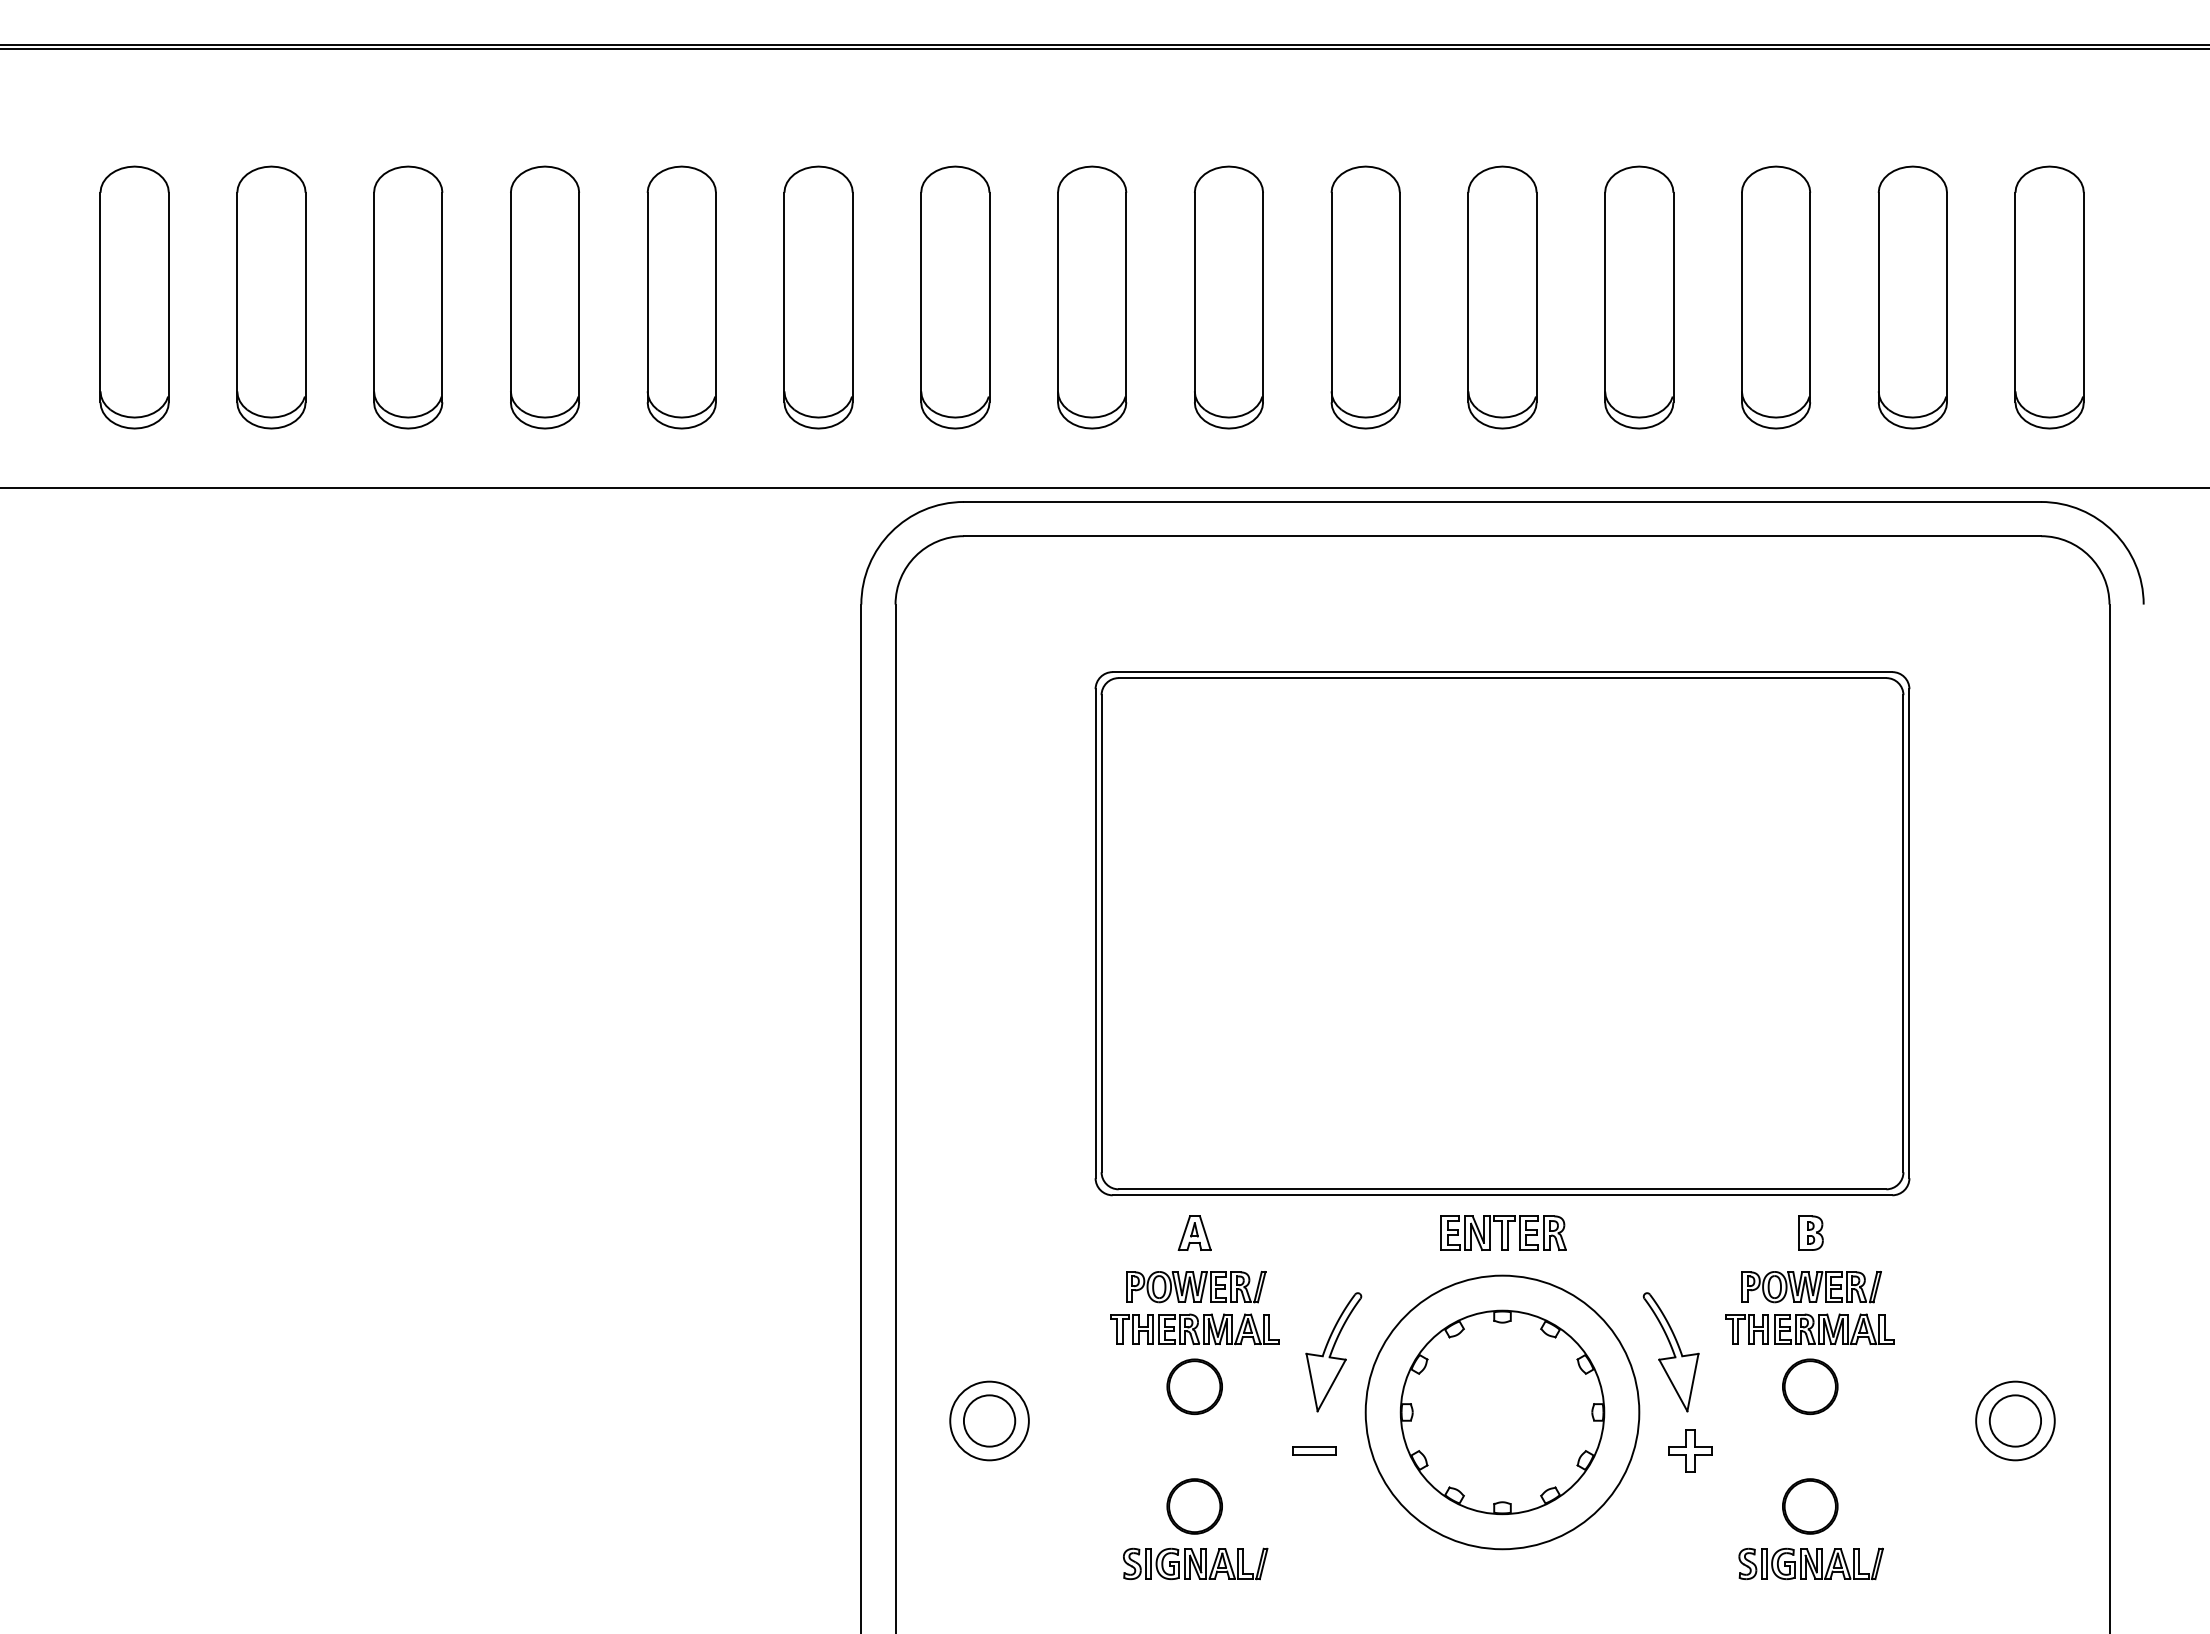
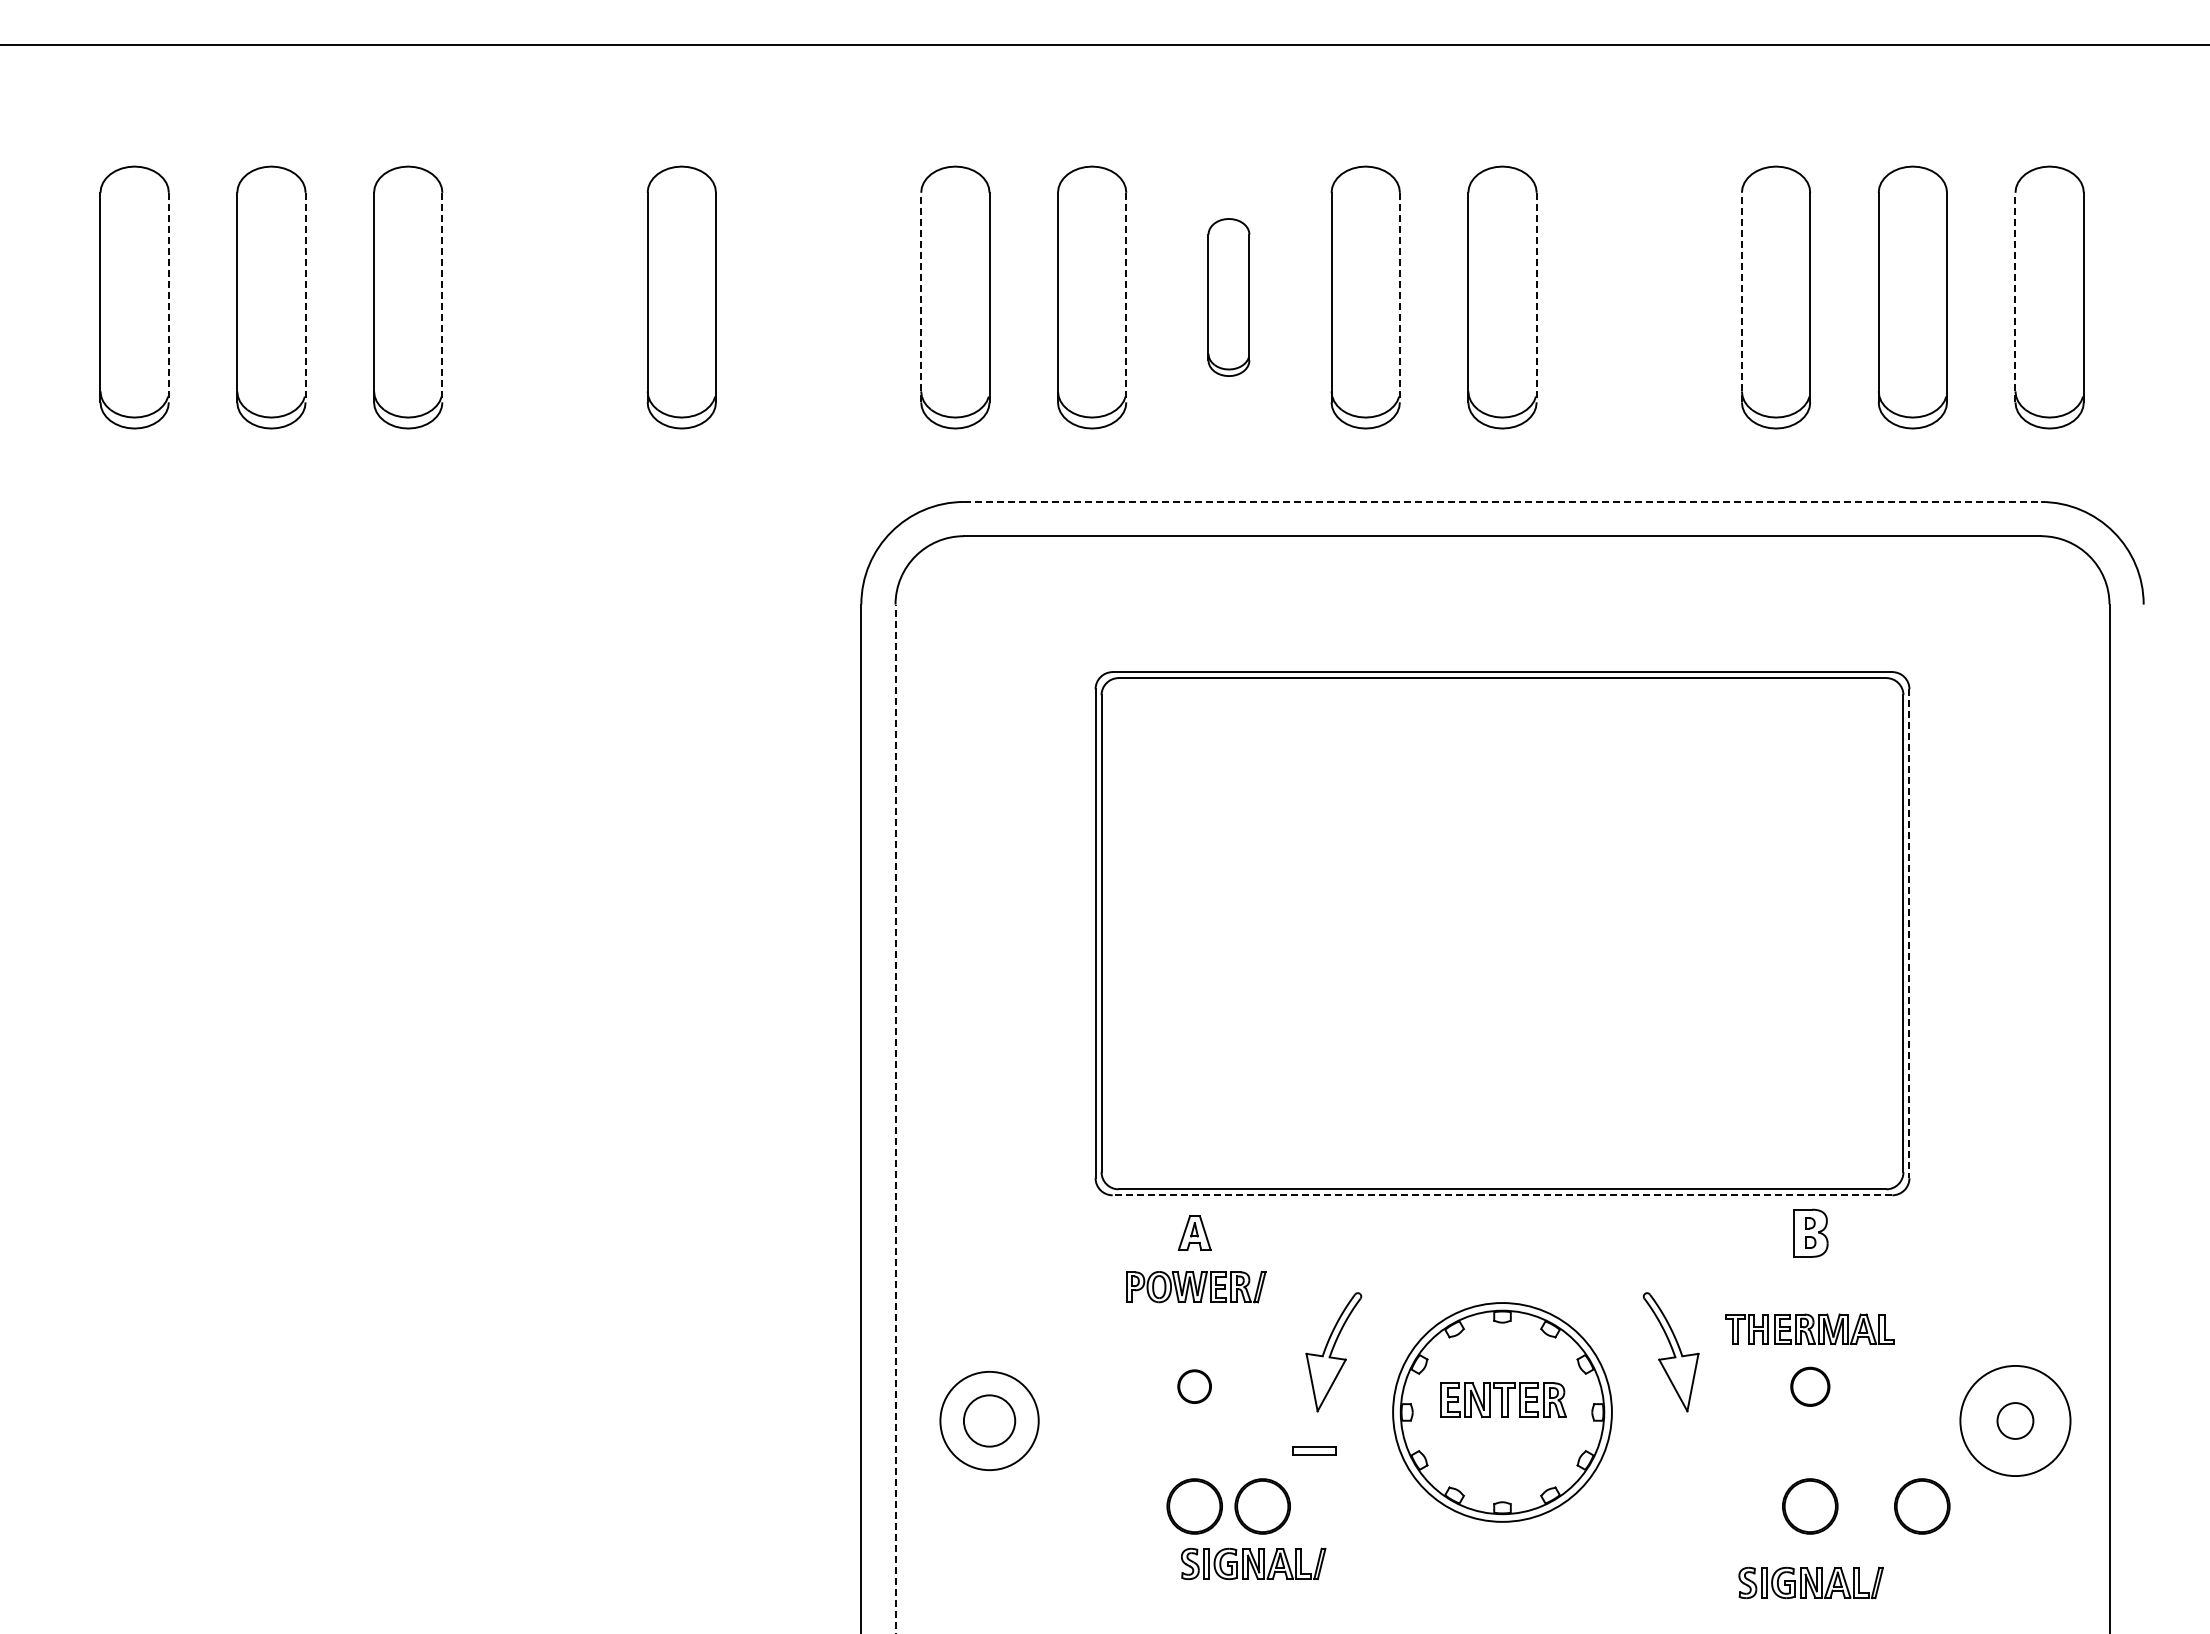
line at (1104, 48): present -> none
line at (168, 297): solid -> dashed
line at (305, 297): solid -> dashed
line at (442, 297): solid -> dashed
part at (544, 297): present -> none
part at (818, 297): present -> none
line at (921, 297): solid -> dashed
line at (1126, 297): solid -> dashed
part at (1228, 297) size: 70x265 px -> 44x159 px
line at (1399, 297): solid -> dashed
line at (1536, 297): solid -> dashed
part at (1639, 297): present -> none
line at (1741, 297): solid -> dashed
line at (2015, 297): solid -> dashed
line at (1104, 488): present -> none
line at (1502, 501): solid -> dashed
line at (1909, 933): solid -> dashed
line at (895, 1118): solid -> dashed
line at (1502, 1195): solid -> dashed
part at (1503, 1232) position: (1503, 1232) -> (1503, 1399)
part at (1810, 1232) size: 26x36 px -> 36x50 px
part at (1811, 1287): present -> none
part at (1194, 1329): present -> none
part at (1194, 1386) size: 57x57 px -> 35x35 px
part at (1810, 1386) size: 57x58 px -> 41x41 px
circle at (1502, 1412) diameter: 274 px -> 219 px
circle at (989, 1420) diameter: 79 px -> 98 px
circle at (2015, 1420) diameter: 51 px -> 36 px
circle at (2015, 1420) diameter: 79 px -> 110 px
part at (1690, 1450): present -> none
part at (1262, 1506): none -> present
part at (1922, 1506): none -> present
part at (1195, 1563) position: (1195, 1563) -> (1253, 1563)
part at (1810, 1563) position: (1810, 1563) -> (1810, 1582)
